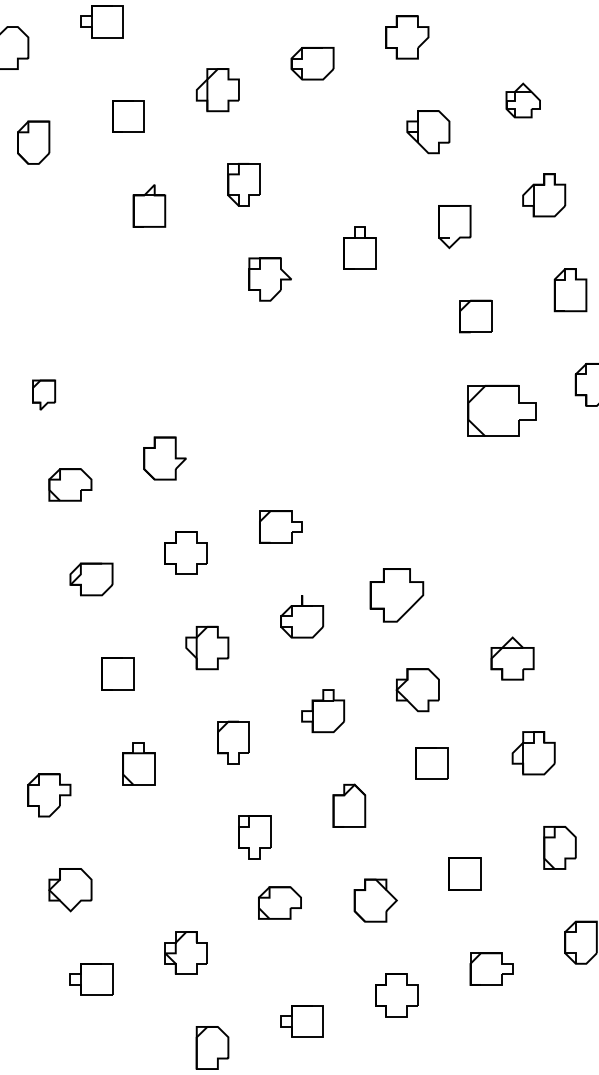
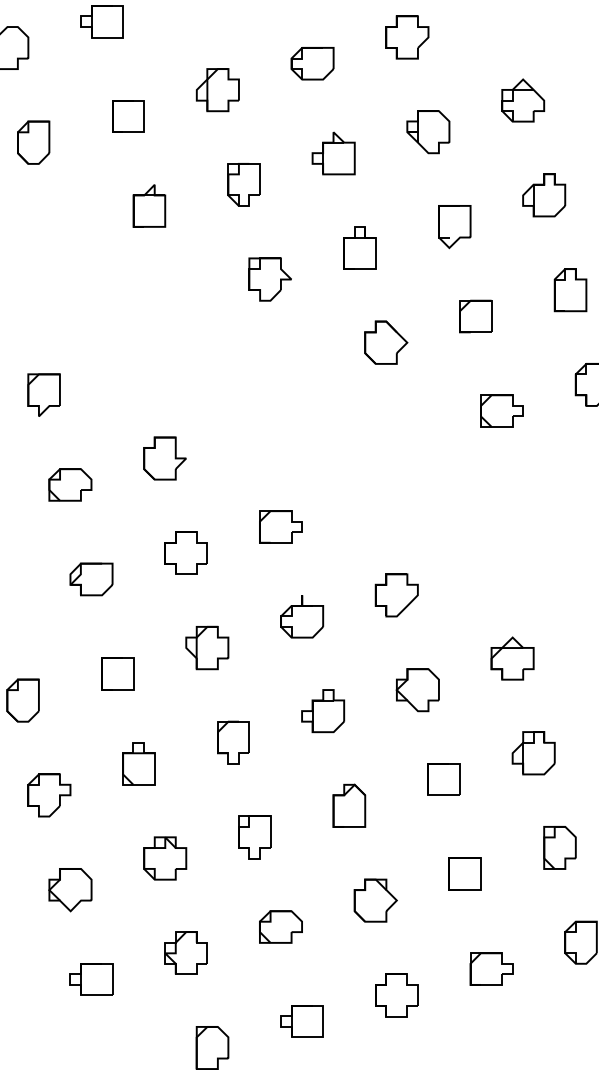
part at (522, 100) size: 36x37 px -> 45x45 px
part at (333, 153): none -> present
part at (386, 342): none -> present
part at (44, 394) size: 25x32 px -> 34x44 px
part at (501, 410) size: 70x52 px -> 44x34 px
part at (396, 595) size: 56x55 px -> 45x45 px
part at (22, 700): none -> present
part at (431, 763) position: (431, 763) -> (443, 779)
part at (165, 858): none -> present
part at (279, 902) position: (279, 902) -> (280, 926)
